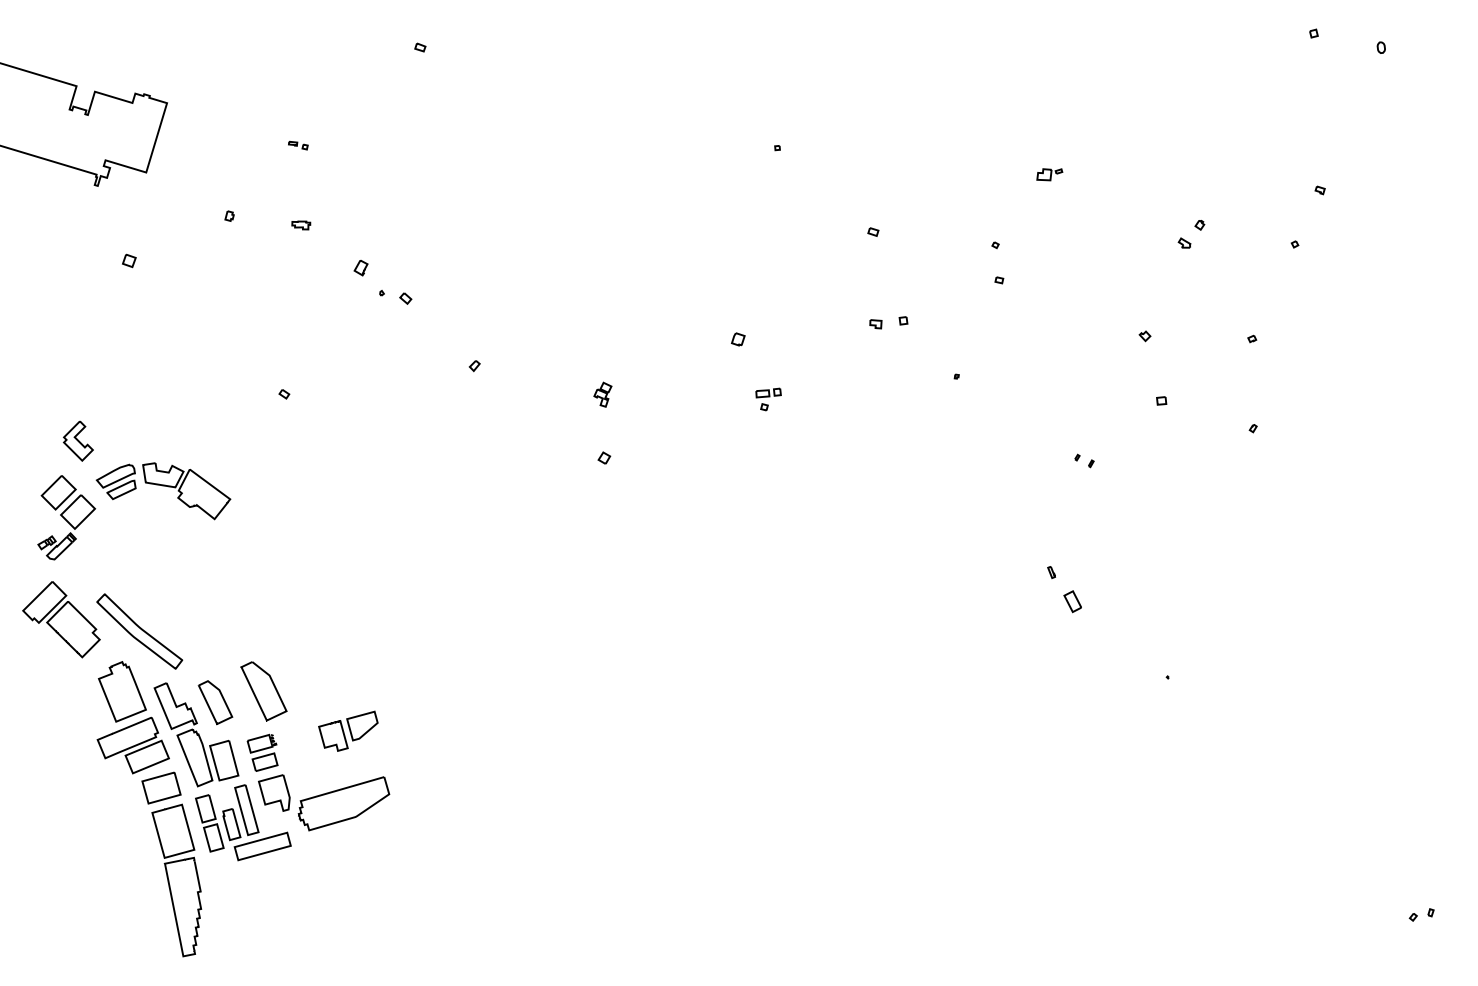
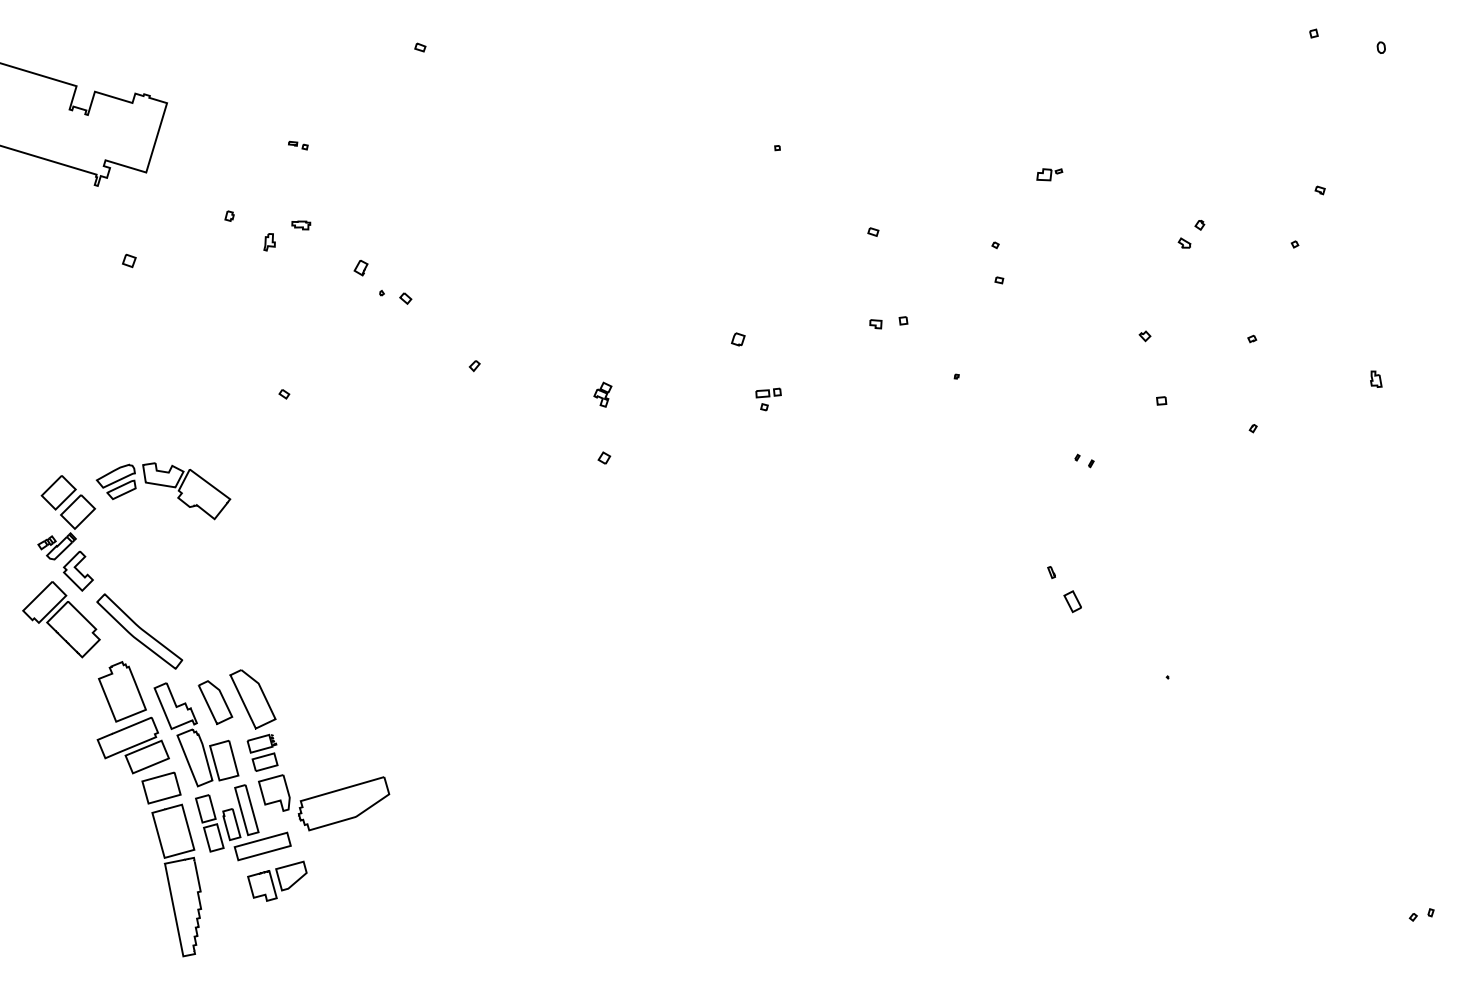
part at (269, 242): none -> present
part at (1376, 378): none -> present
part at (78, 440) position: (78, 440) -> (78, 570)
part at (263, 691) position: (263, 691) -> (252, 699)
part at (348, 730) position: (348, 730) -> (277, 880)
